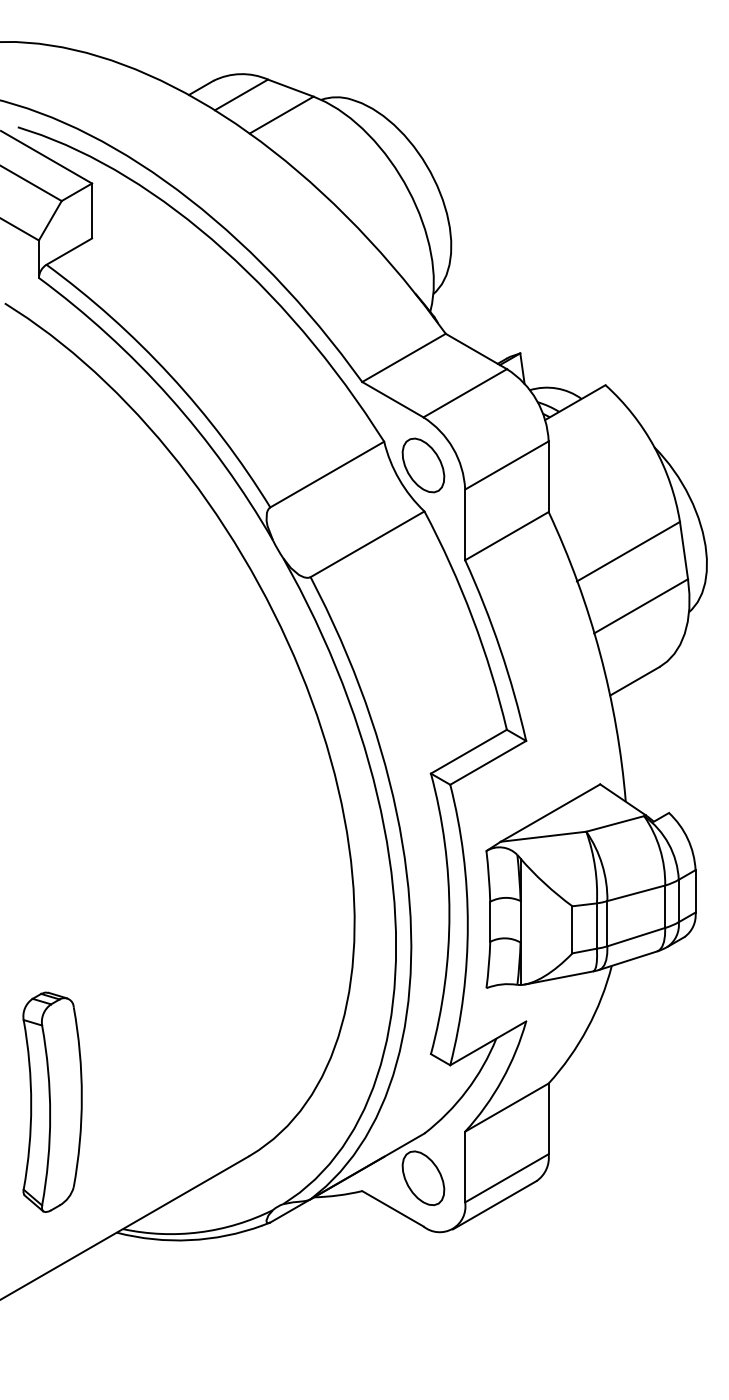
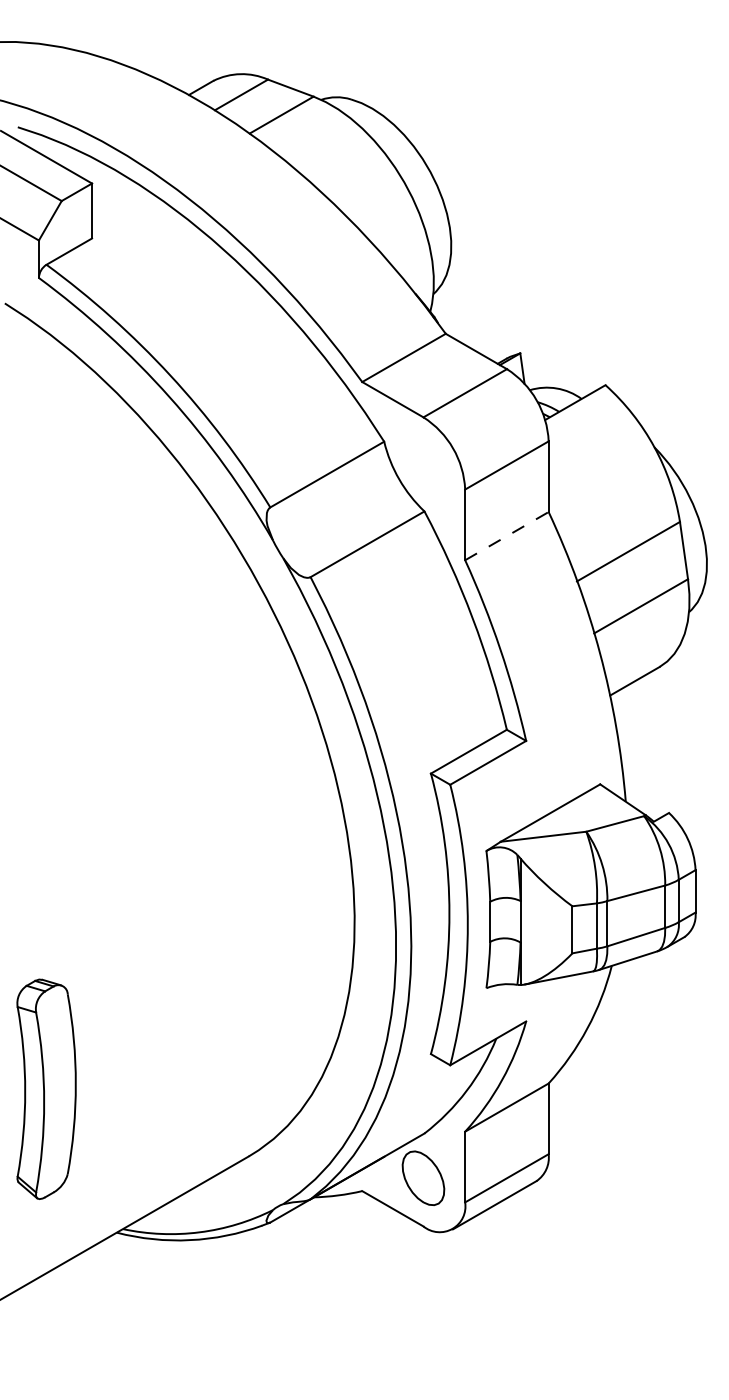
part at (423, 465): present -> none
line at (507, 535): solid -> dashed
part at (52, 1101) position: (52, 1101) -> (46, 1088)
